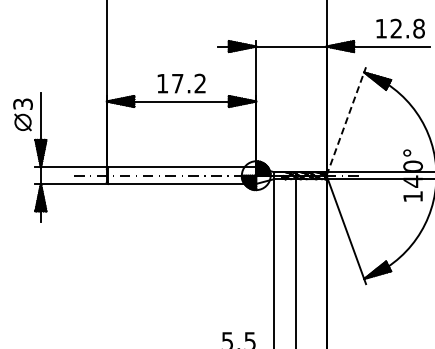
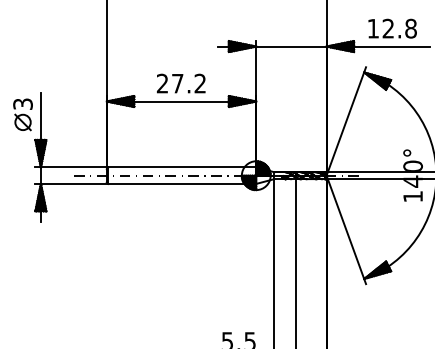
text at (400, 28) position: (400, 28) -> (392, 28)
text at (161, 83): 17.2 -> 27.2
line at (346, 121): dashed -> solid
